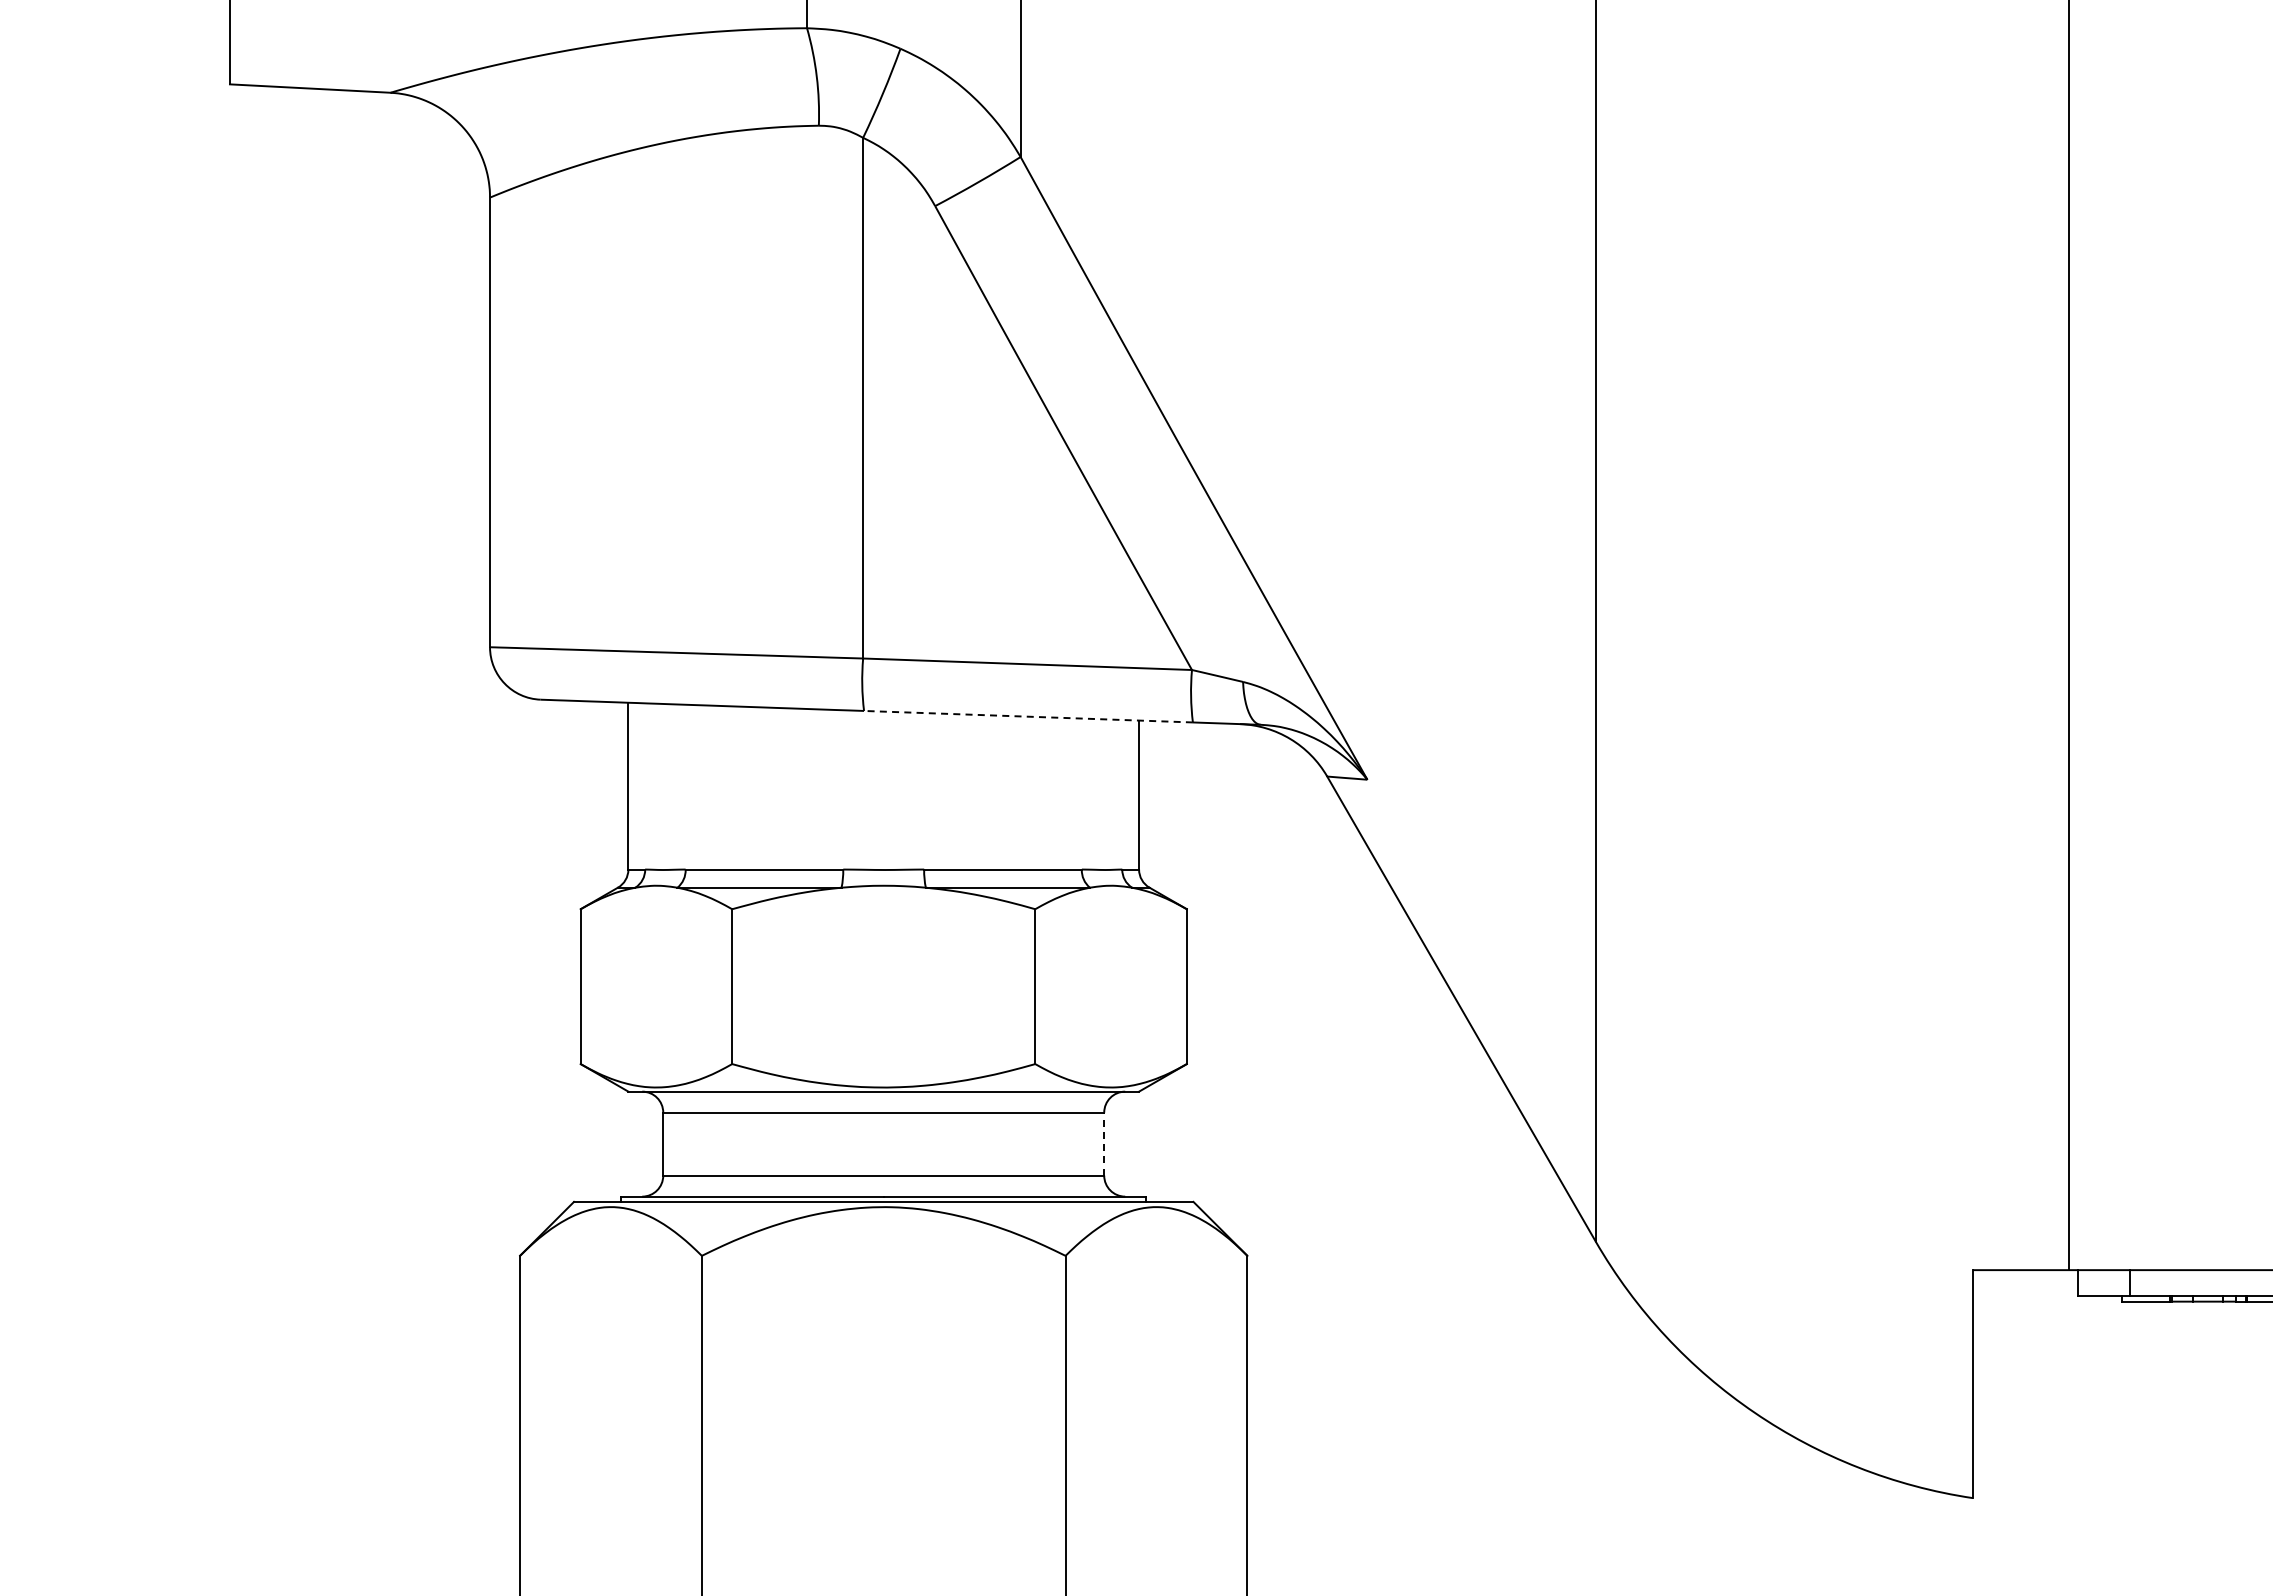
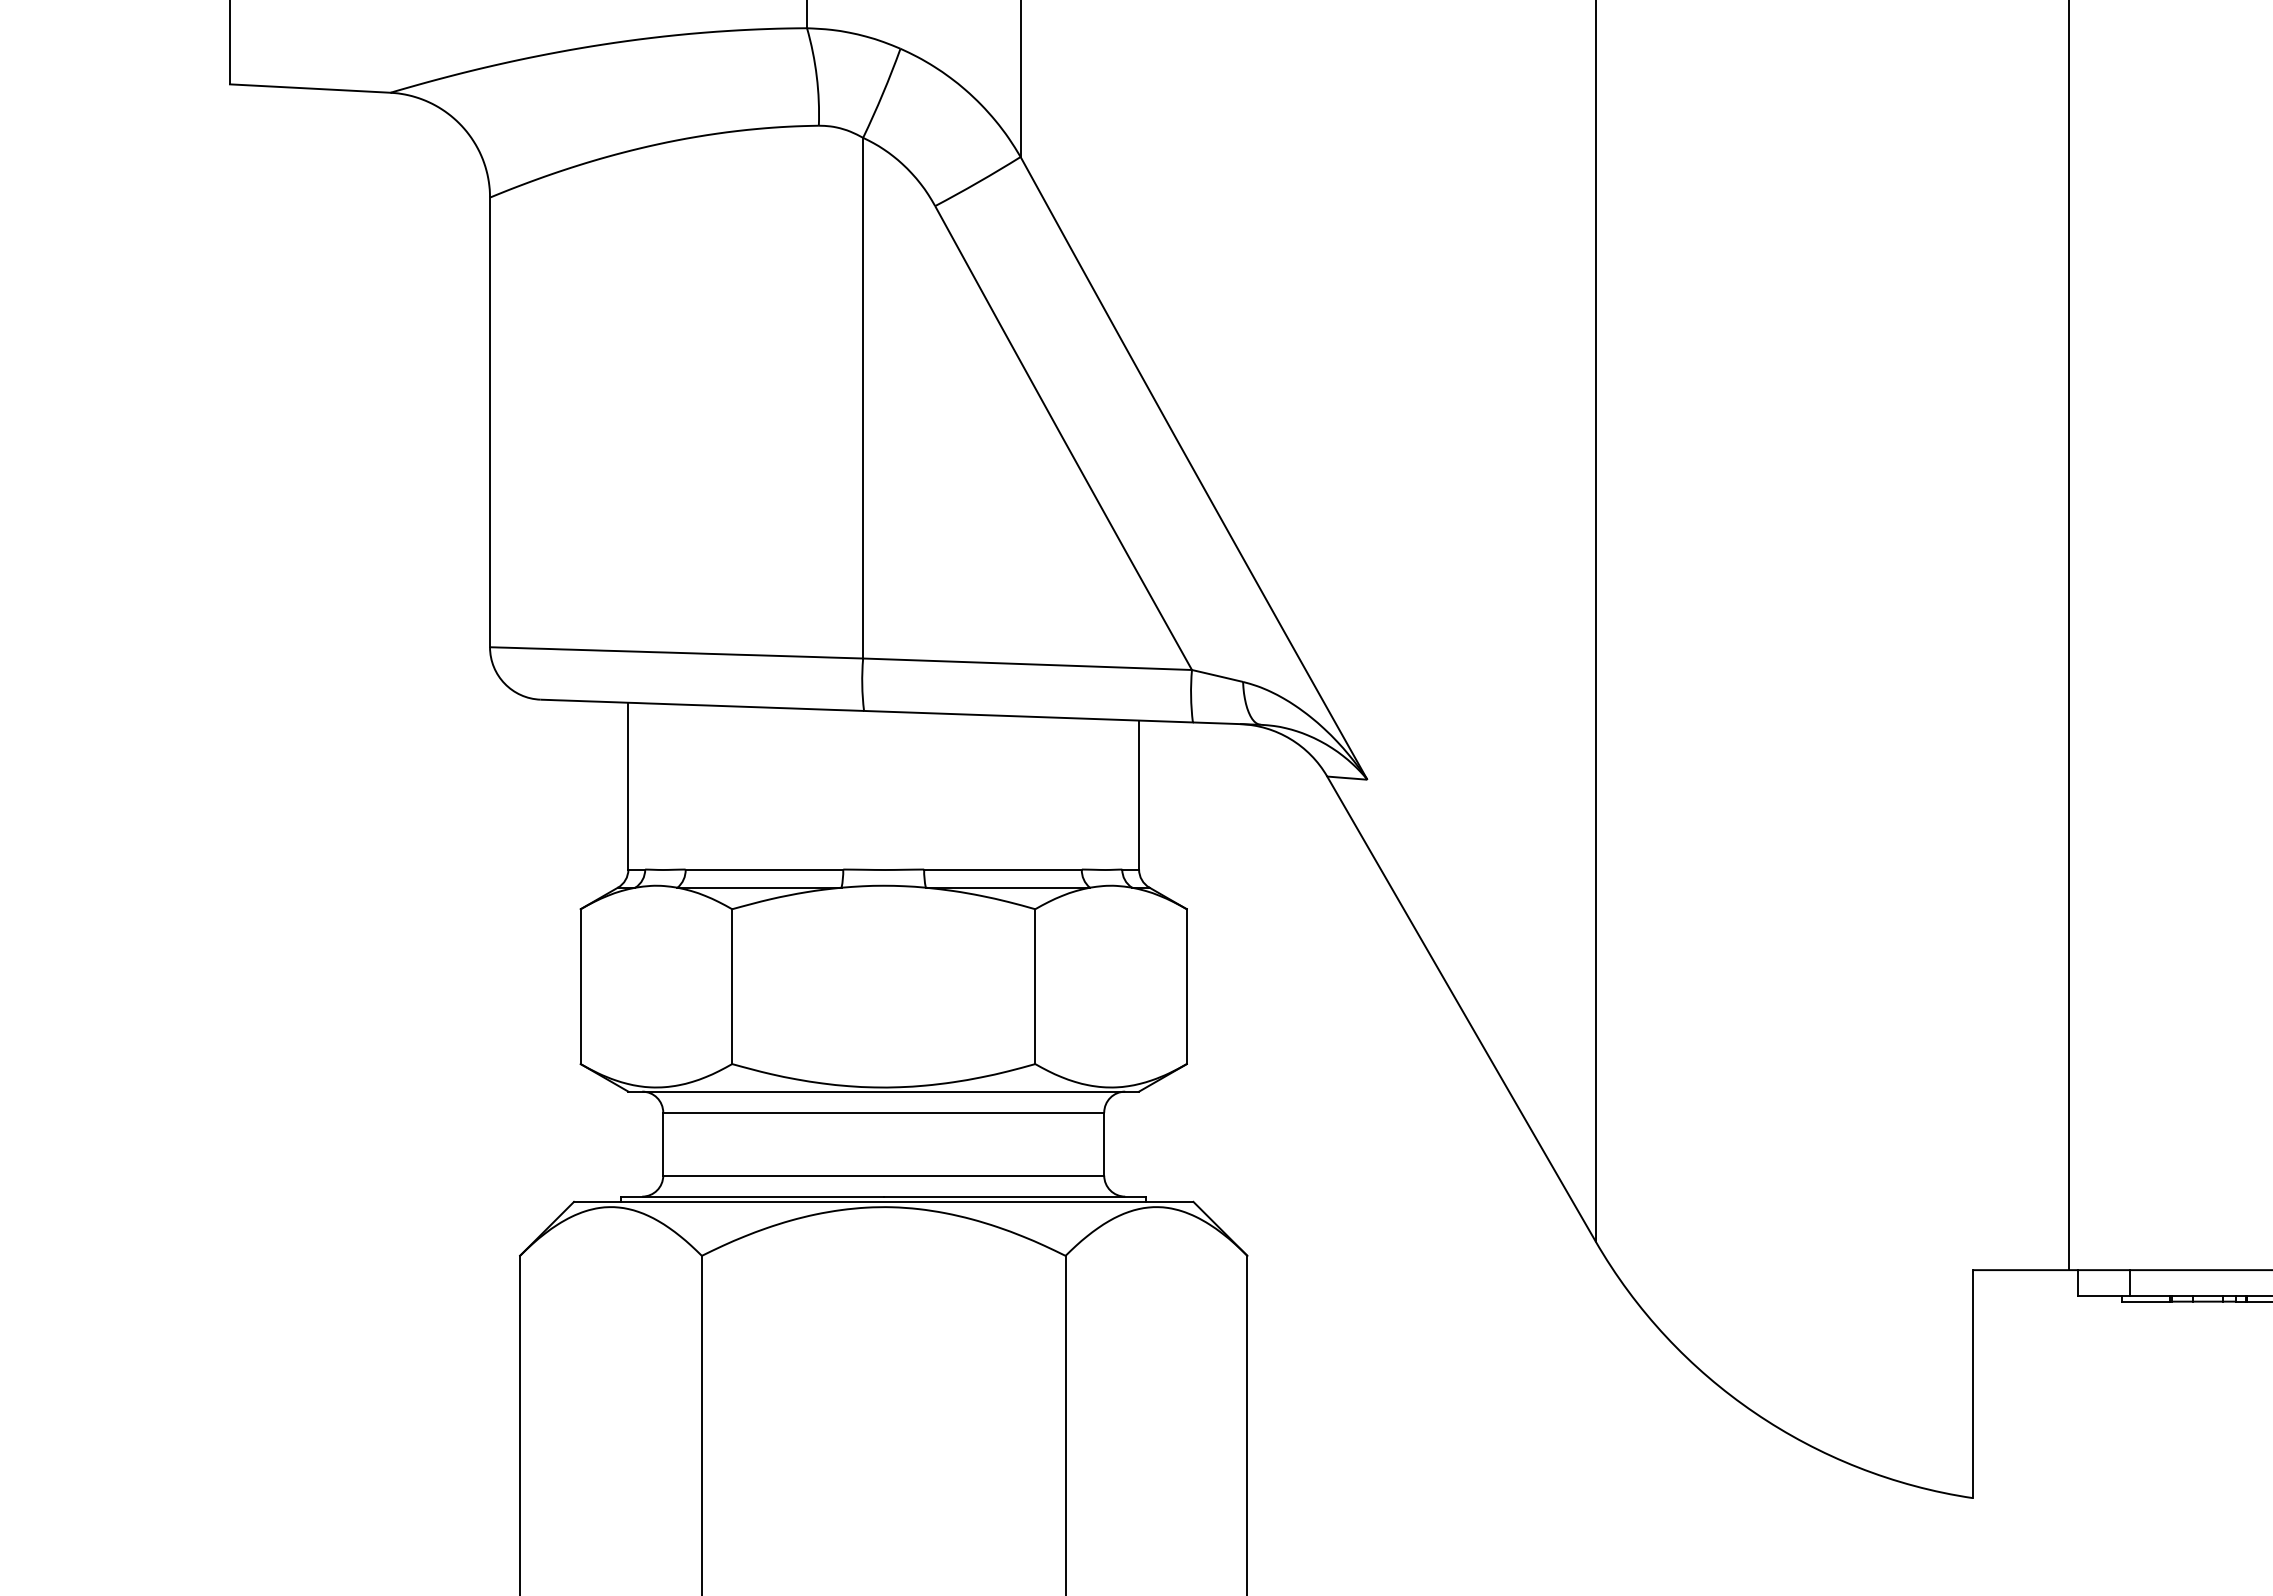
line at (1028, 716): dashed -> solid
line at (1104, 1143): dashed -> solid
